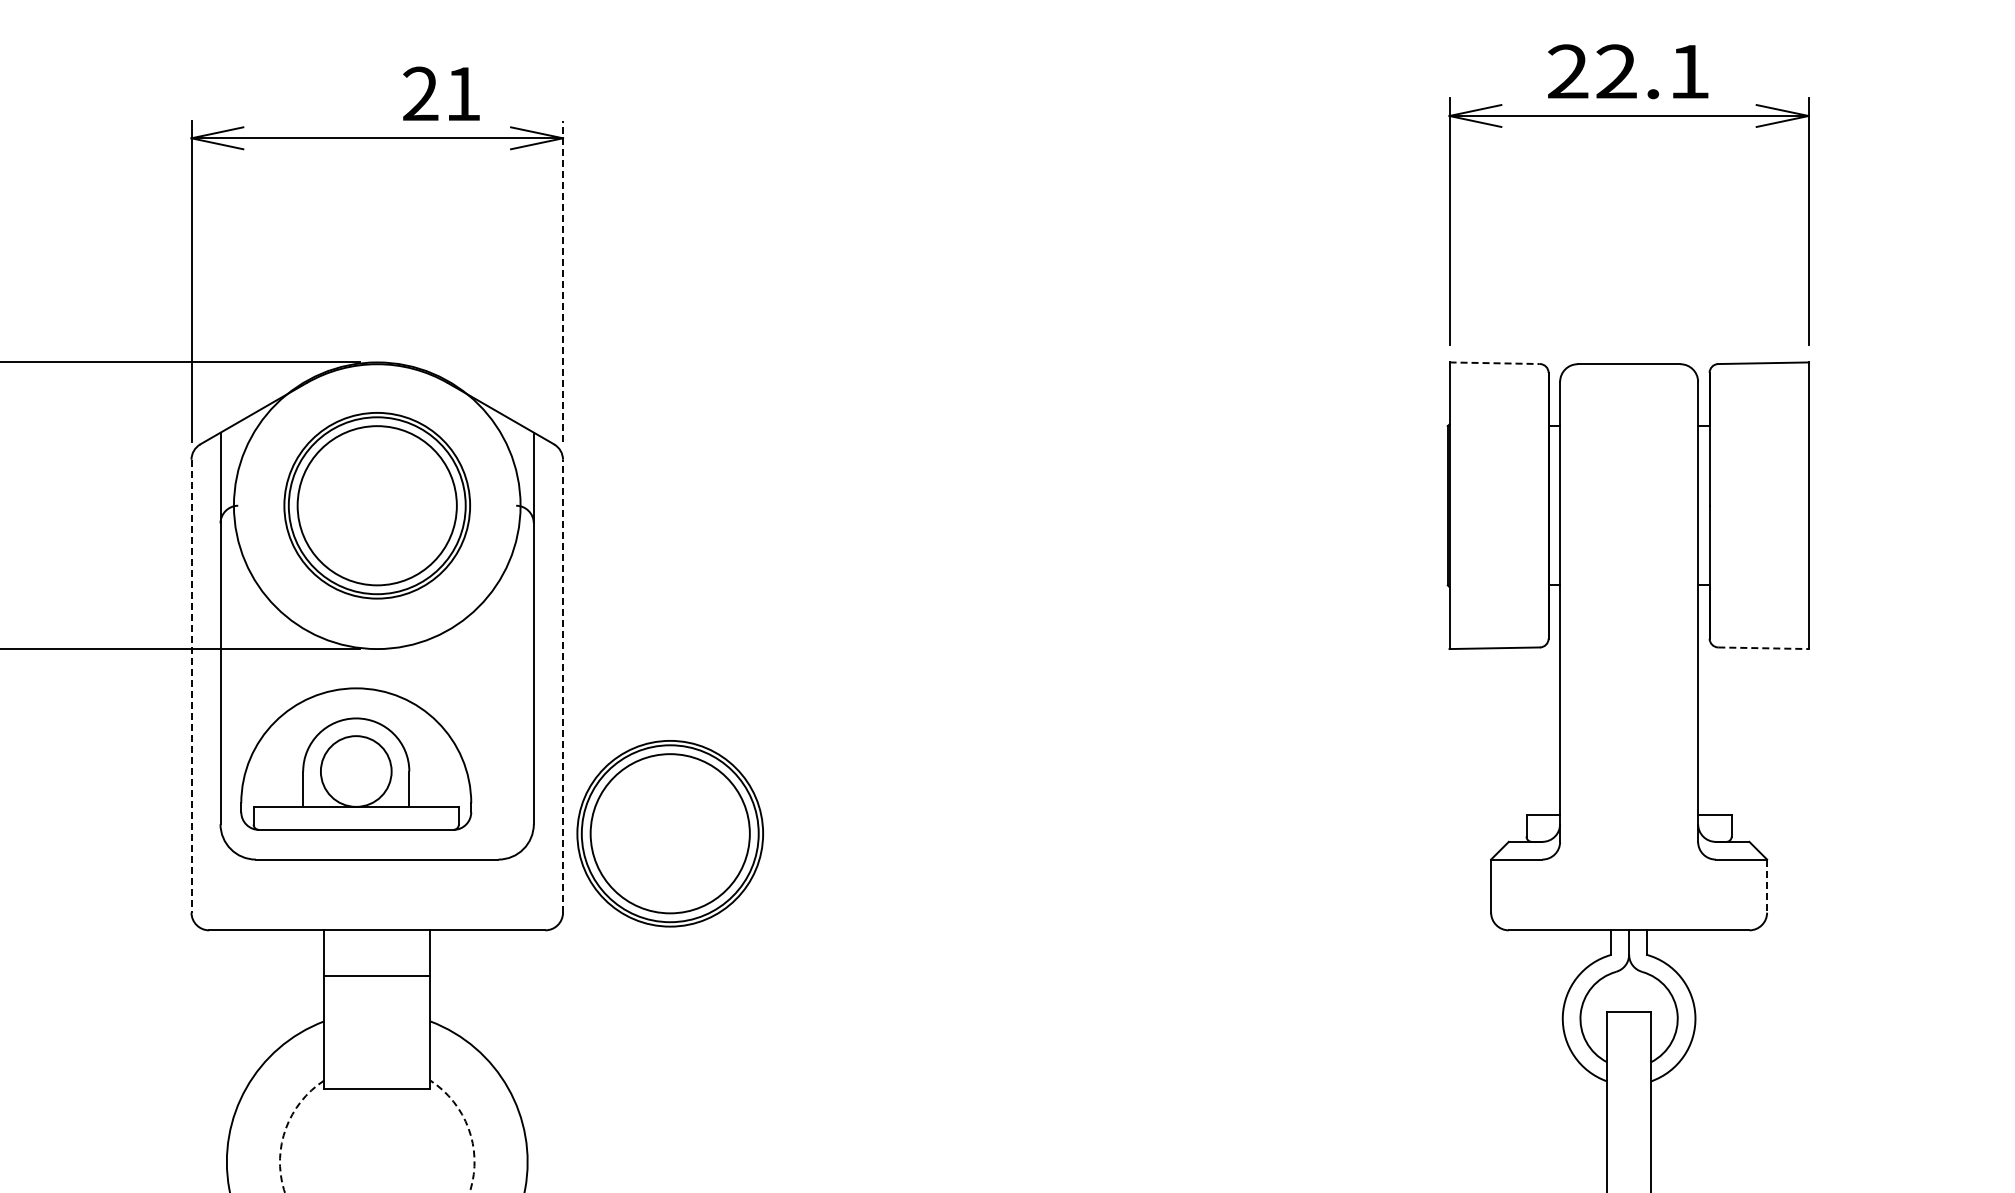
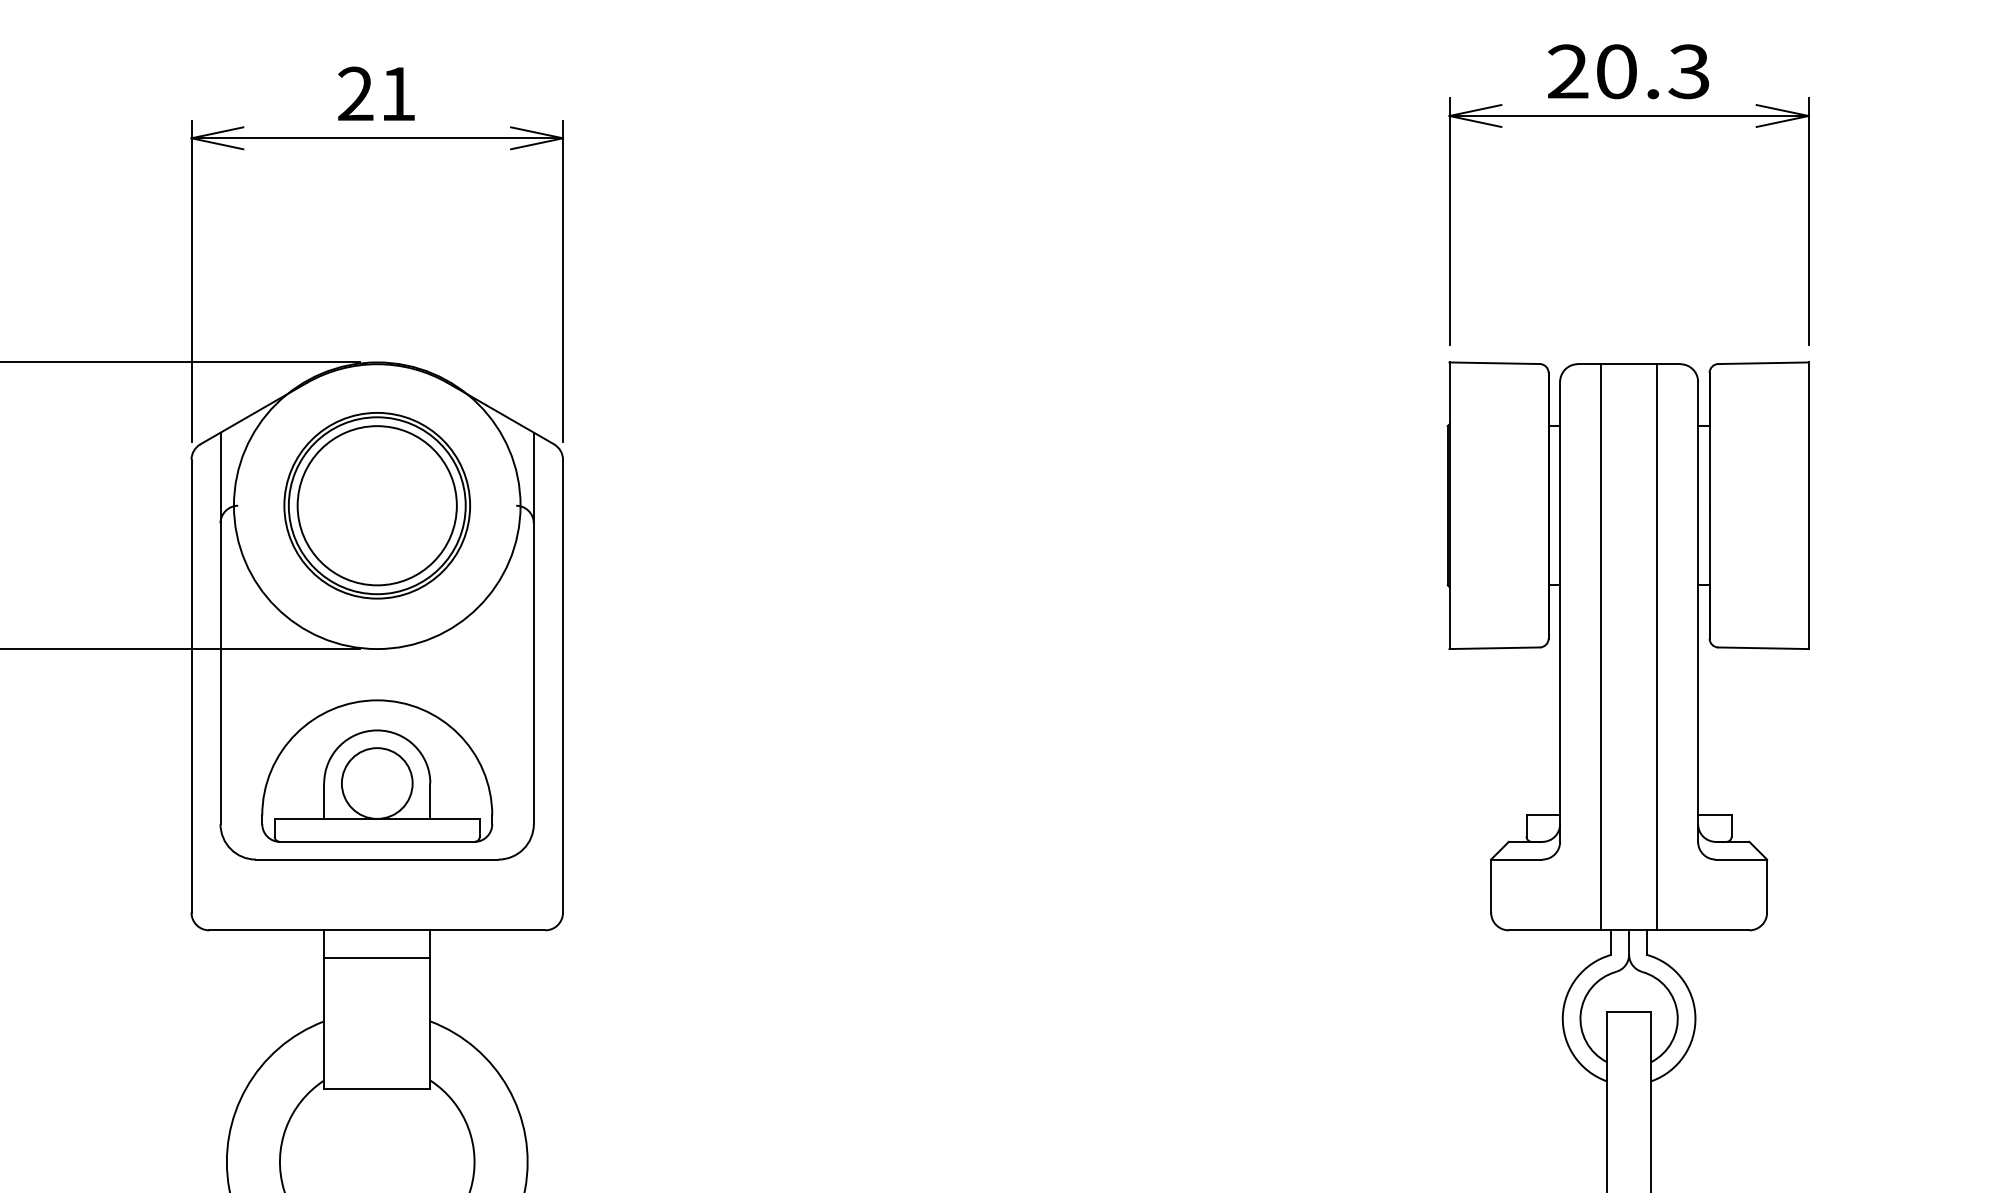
text at (1652, 71): 22.1 -> 20.3
text at (441, 93) position: (441, 93) -> (376, 93)
line at (563, 281): dashed -> solid
line at (1495, 363): dashed -> solid
line at (1600, 647): none -> present
line at (1657, 647): none -> present
line at (1763, 648): dashed -> solid
line at (563, 685): dashed -> solid
line at (191, 686): dashed -> solid
part at (356, 758) position: (356, 758) -> (377, 770)
part at (669, 833): present -> none
line at (1767, 886): dashed -> solid
line at (377, 976) position: (377, 976) -> (377, 958)
arc at (469, 1192): dashed -> solid
